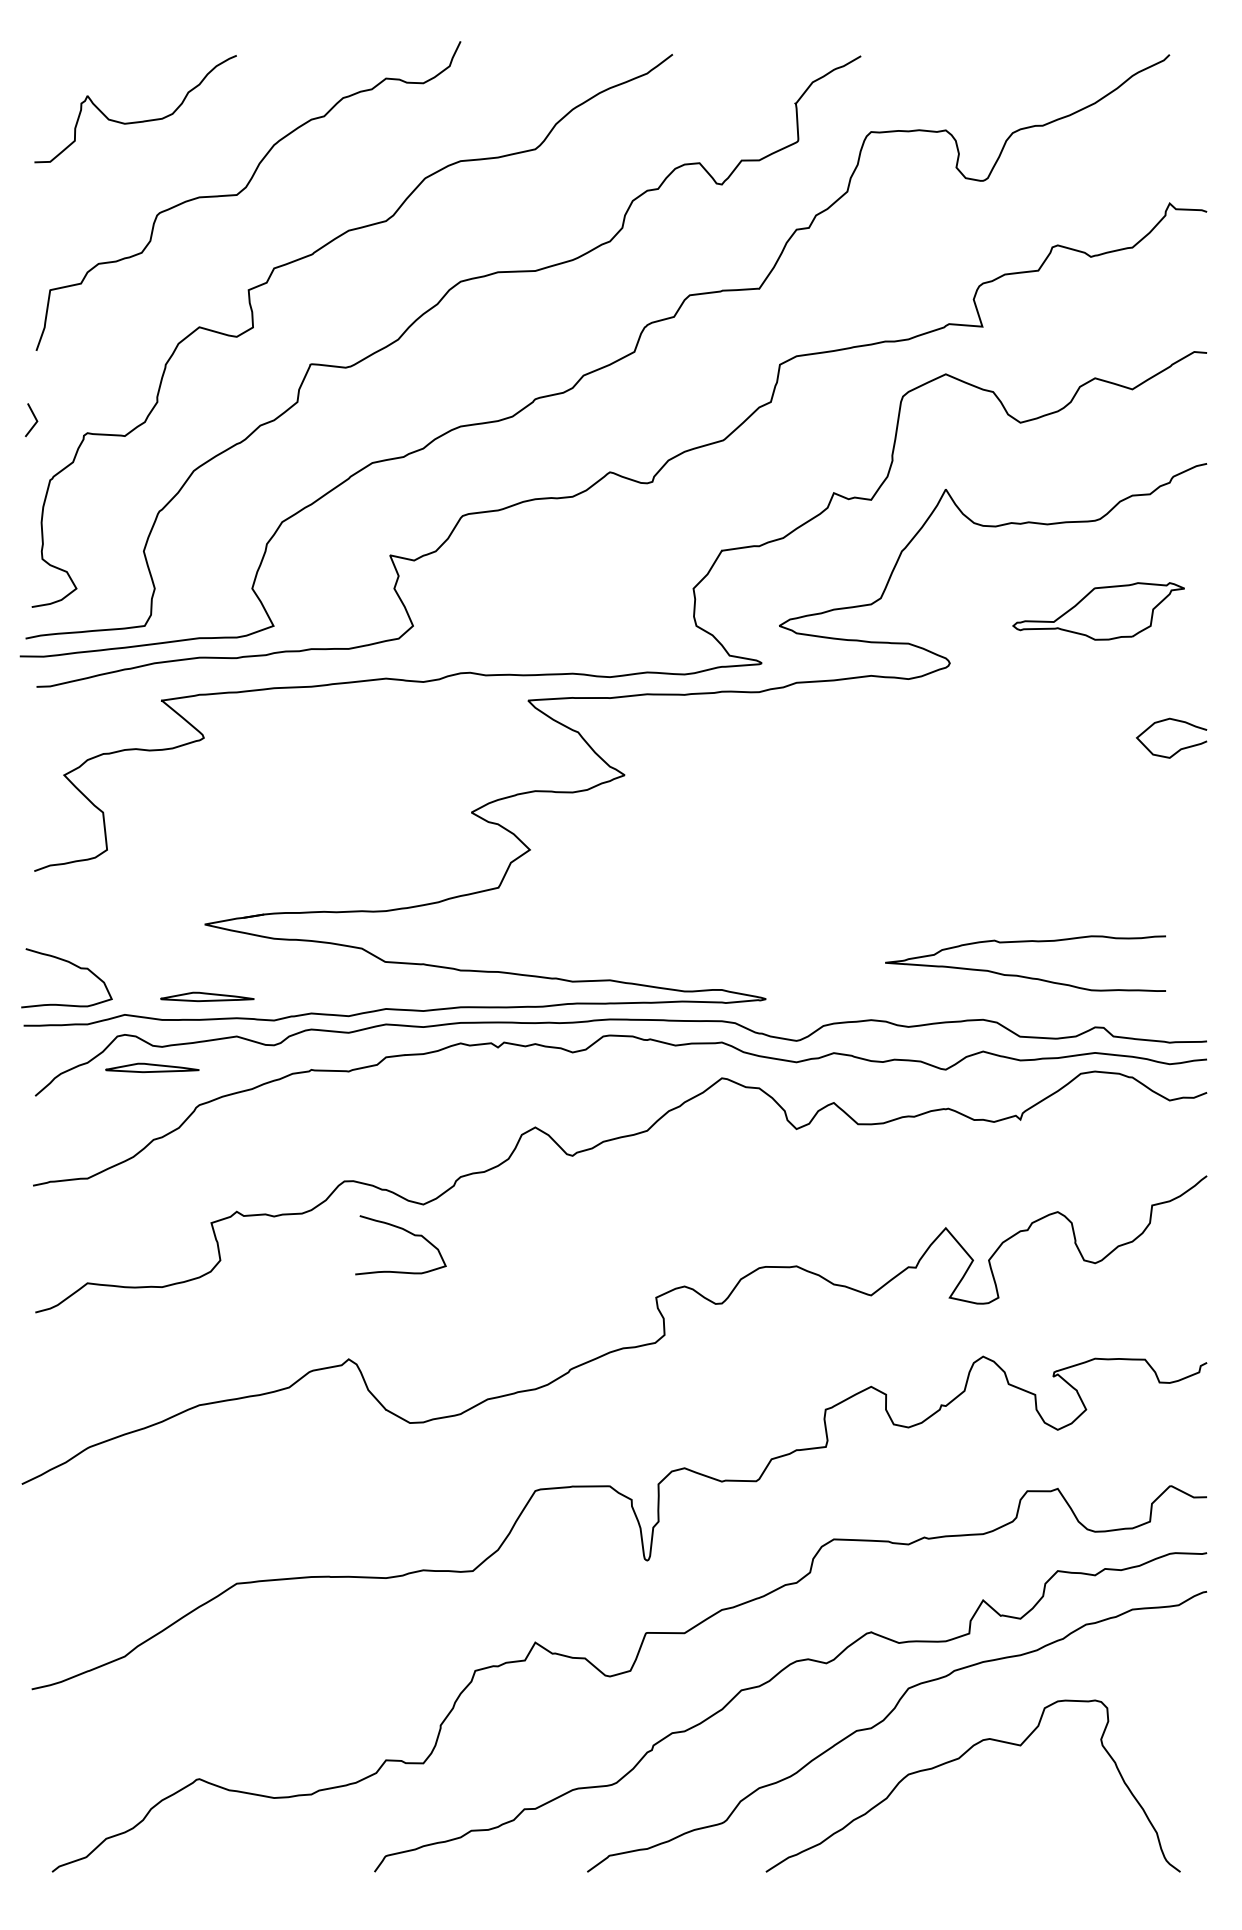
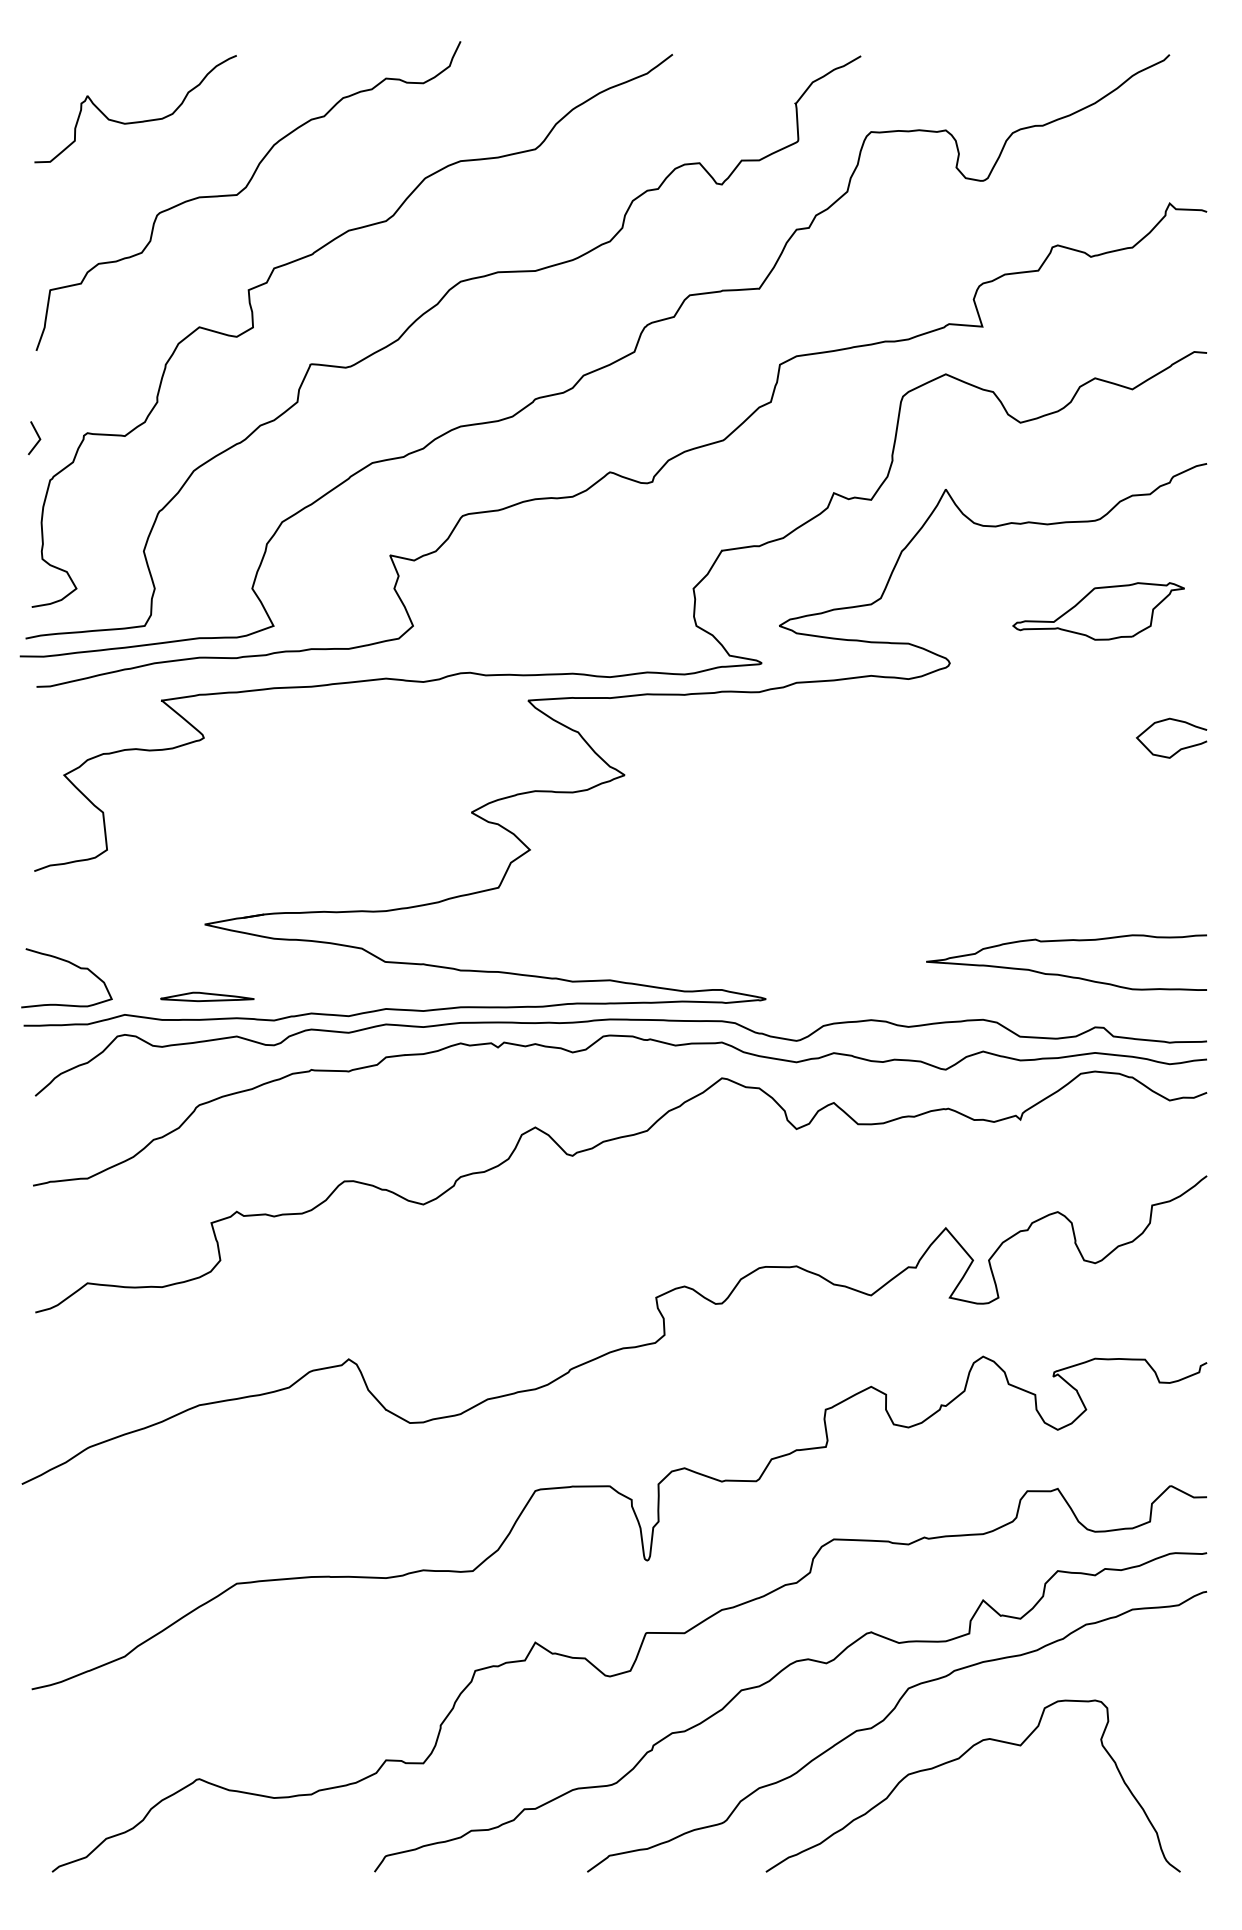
line at (34, 418) position: (34, 418) -> (37, 436)
curve at (1022, 975) position: (1022, 975) -> (1063, 974)
part at (152, 1067): present -> none
curve at (407, 1232): present -> none
